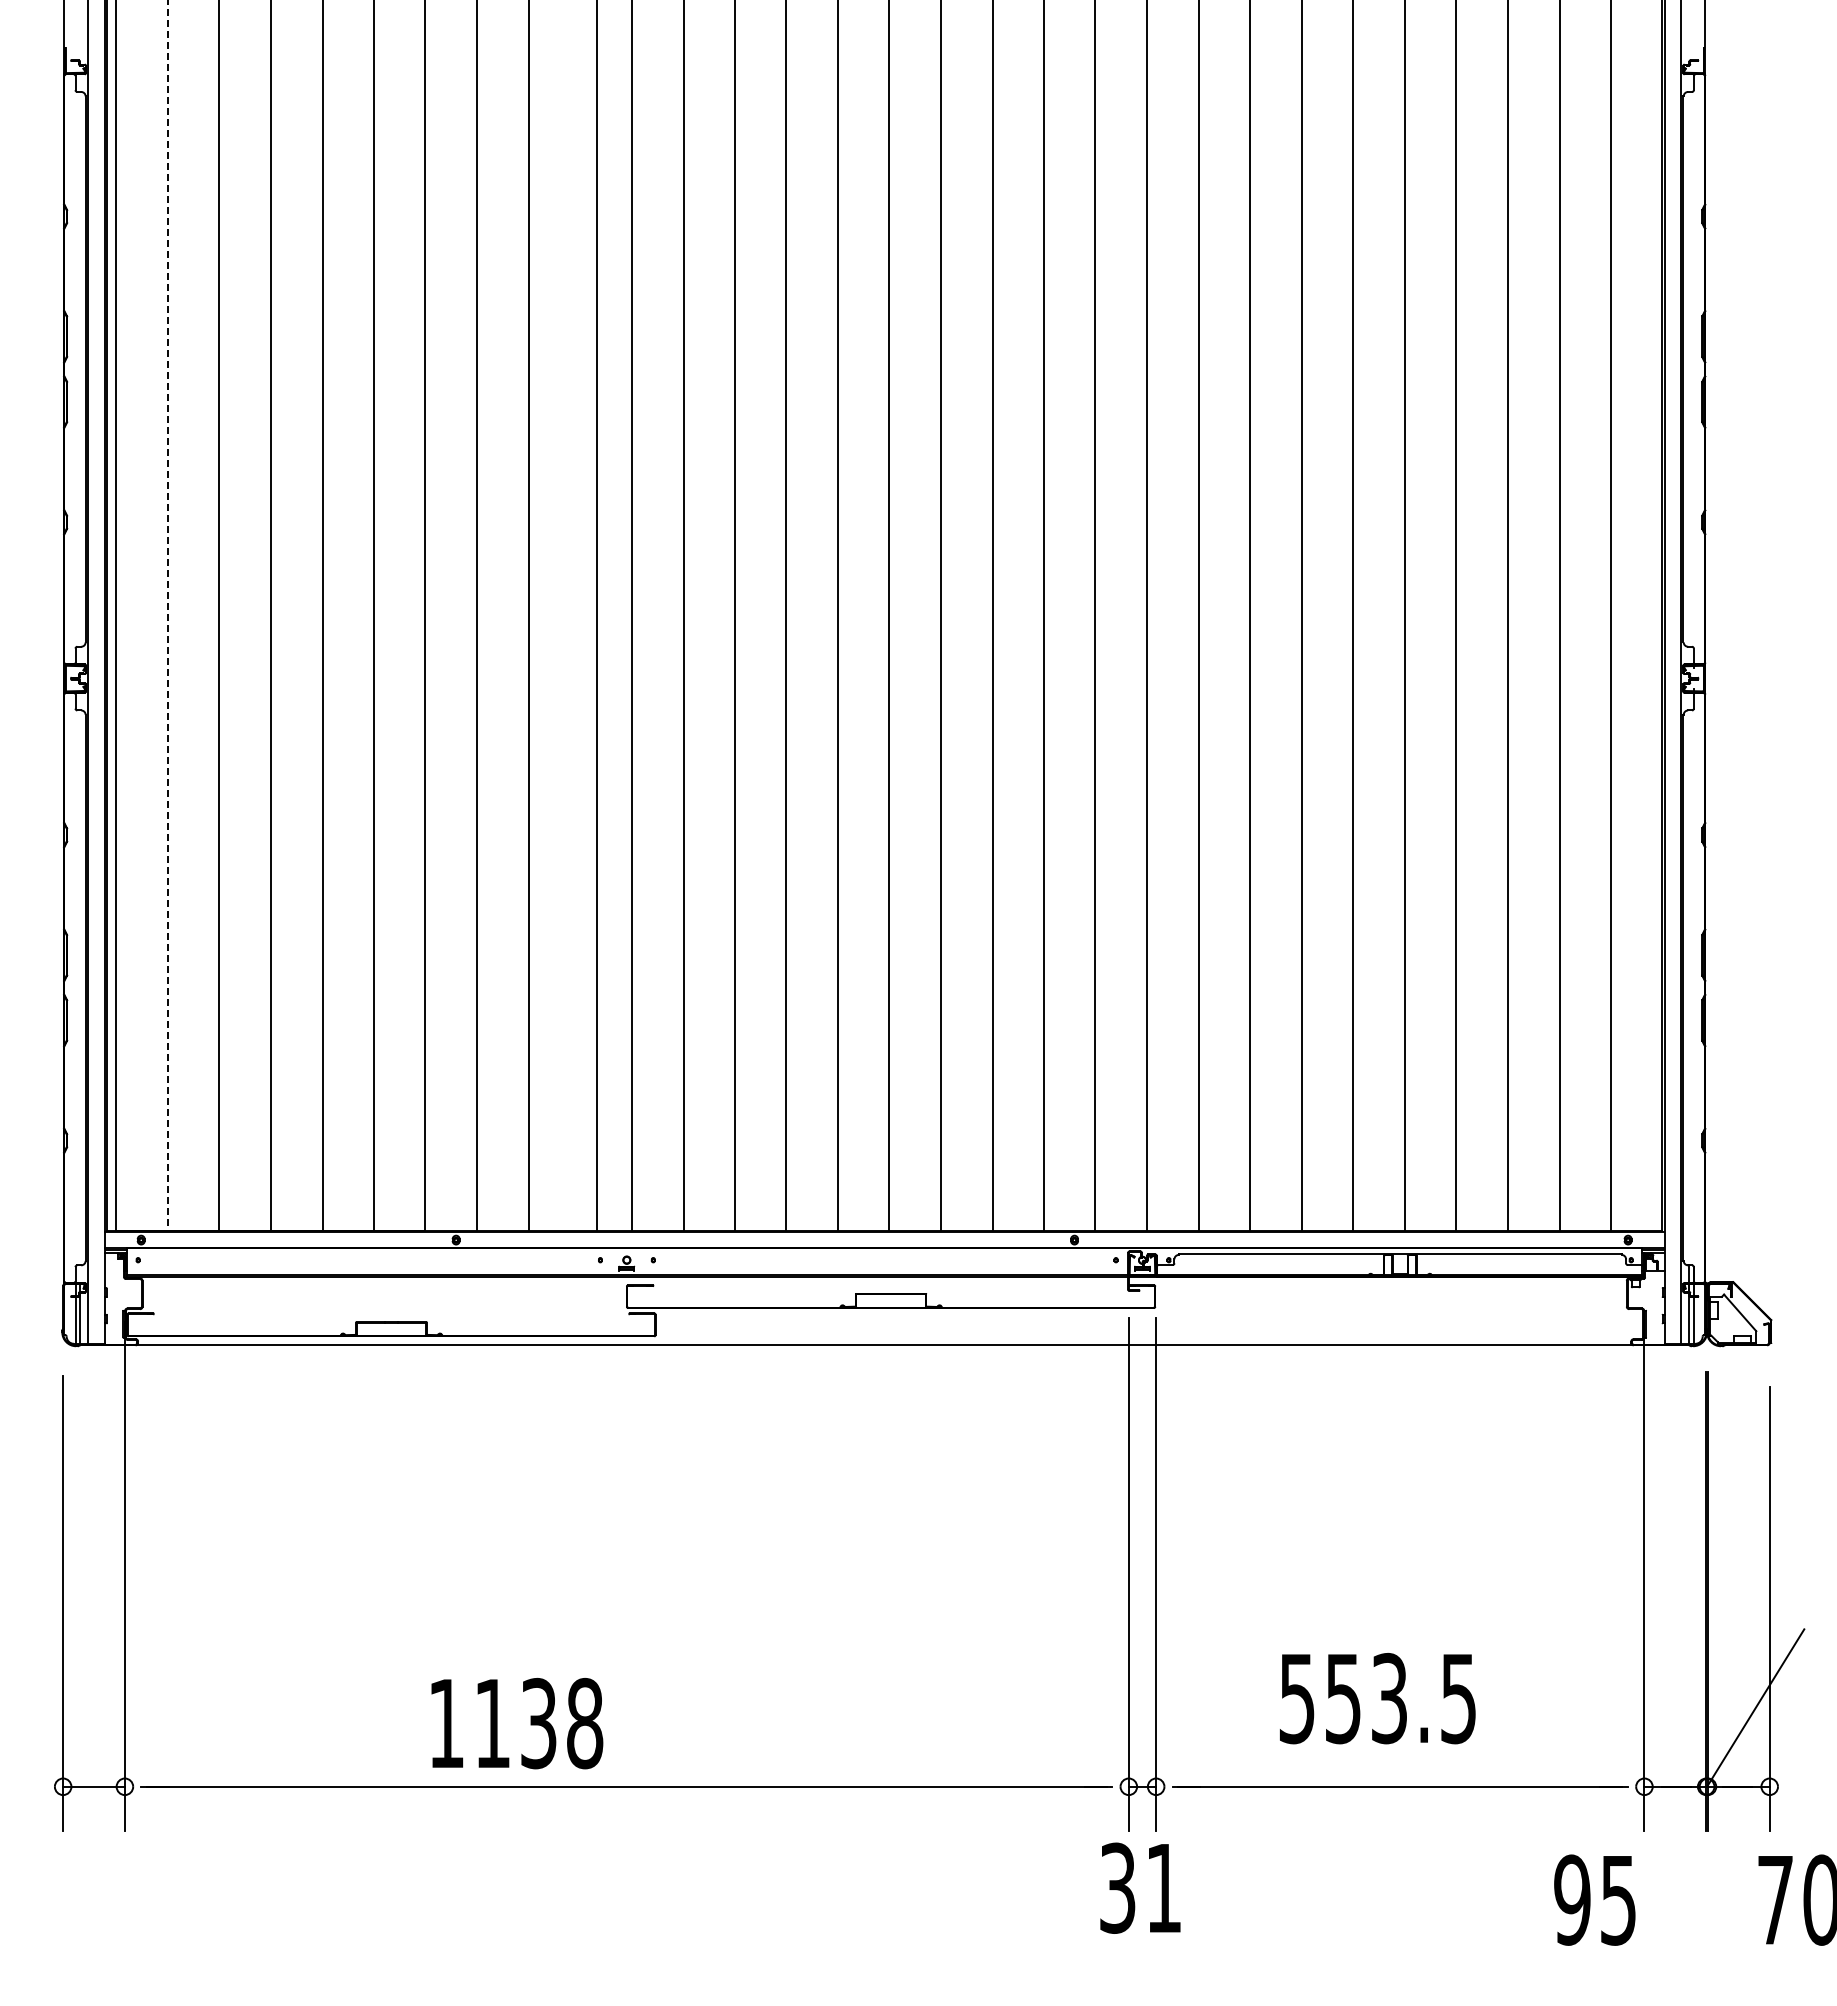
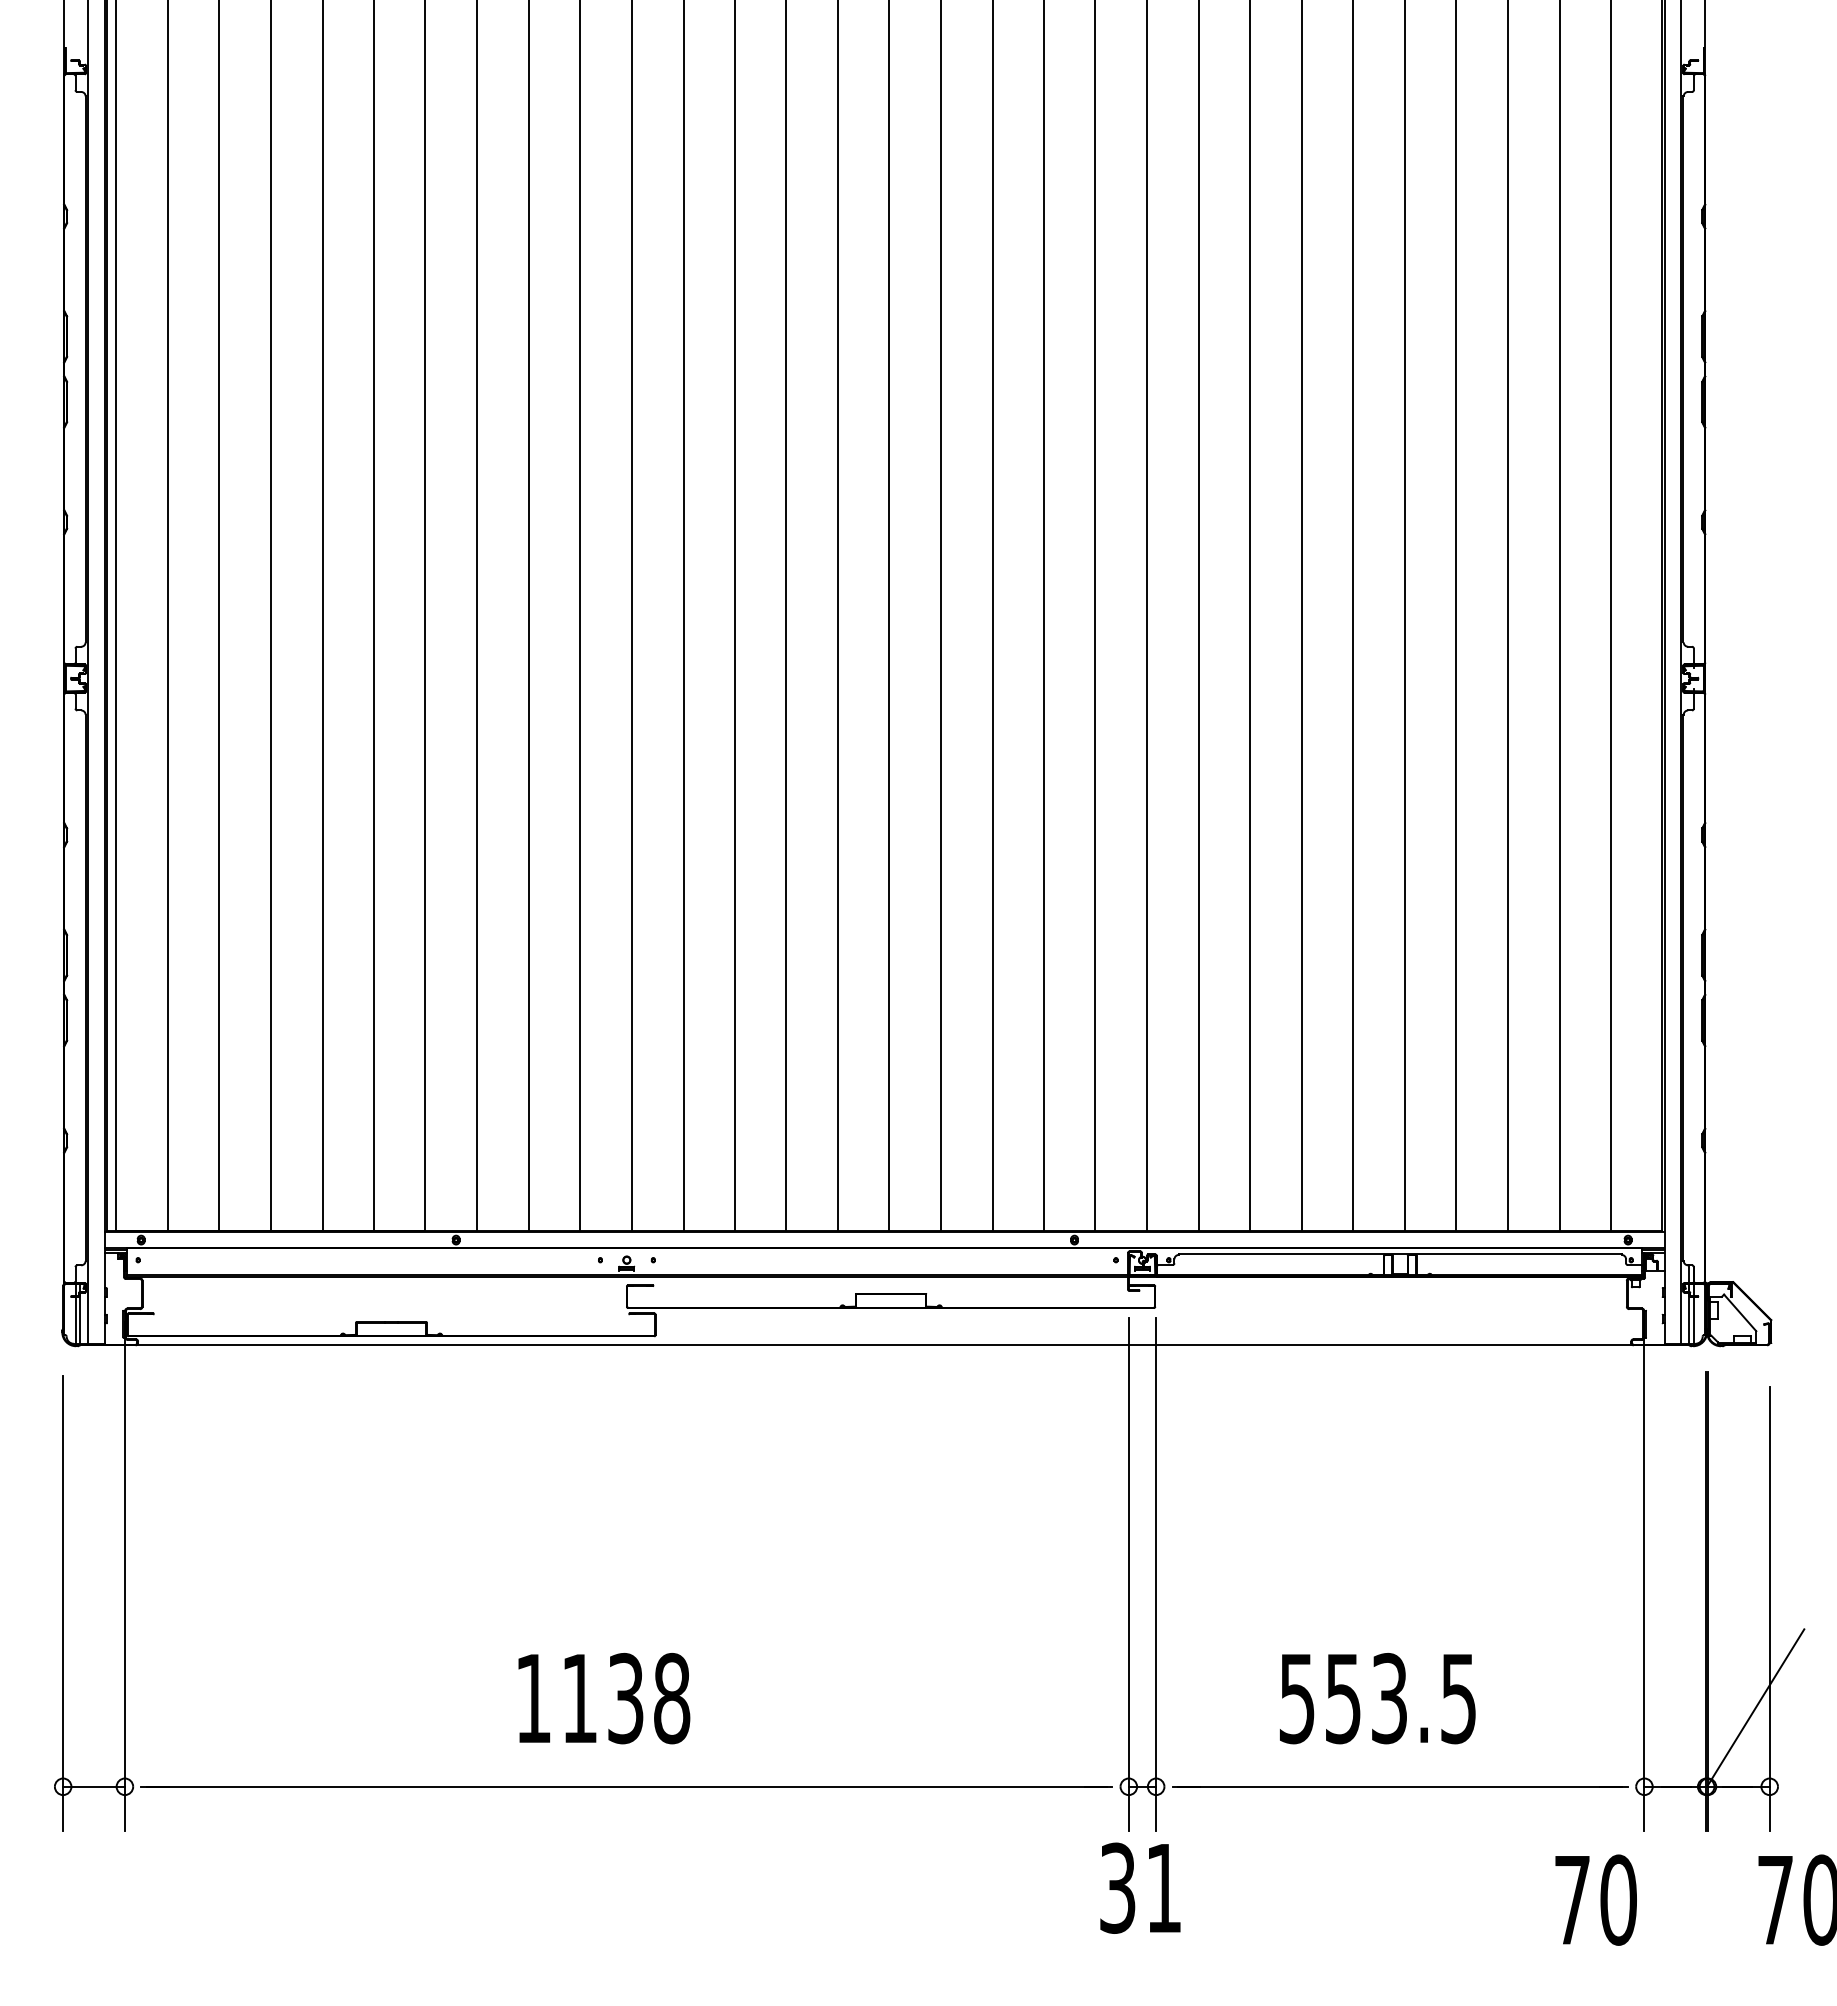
line at (167, 616): dashed -> solid
line at (597, 616) position: (597, 616) -> (580, 616)
text at (517, 1723) position: (517, 1723) -> (604, 1698)
text at (1595, 1899): 95 -> 70
